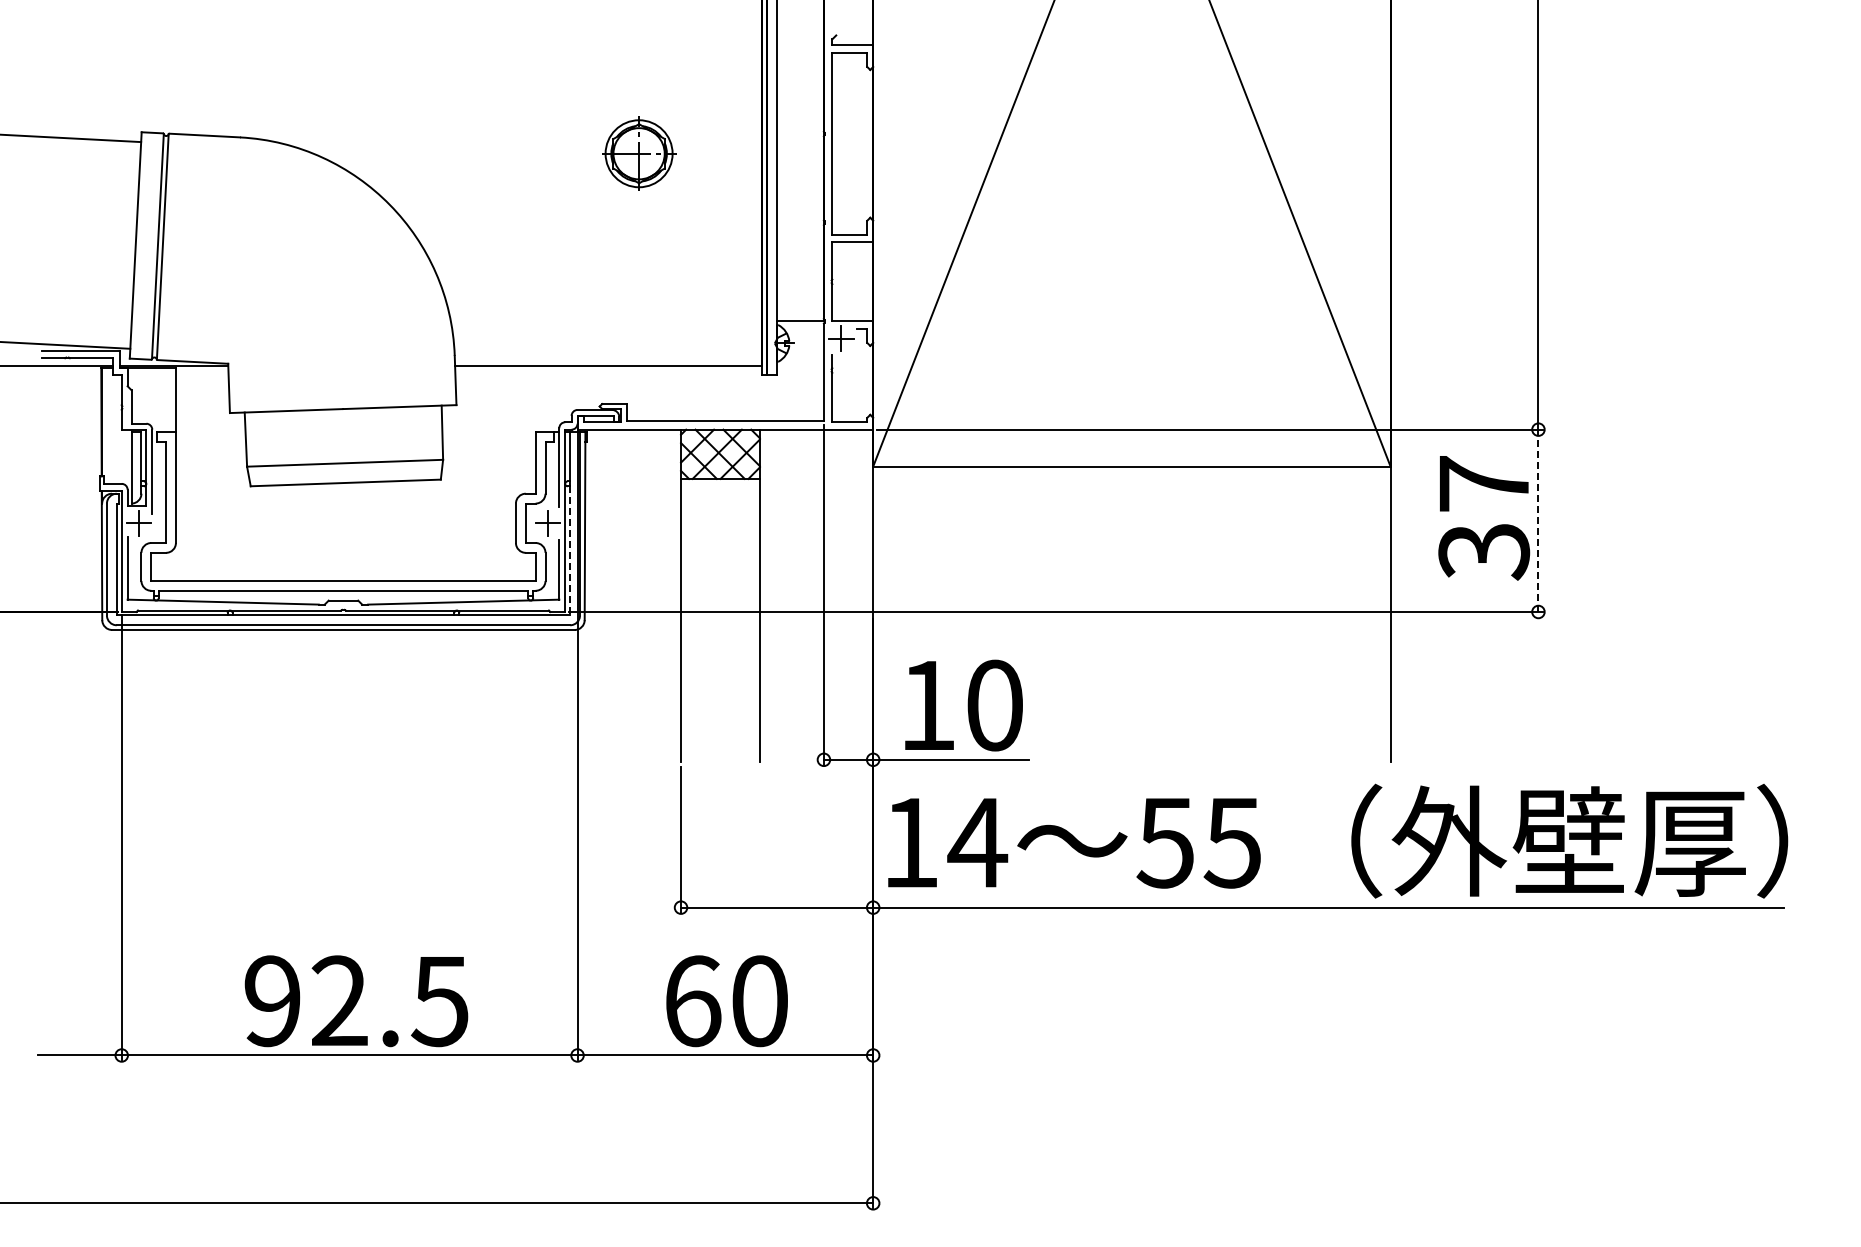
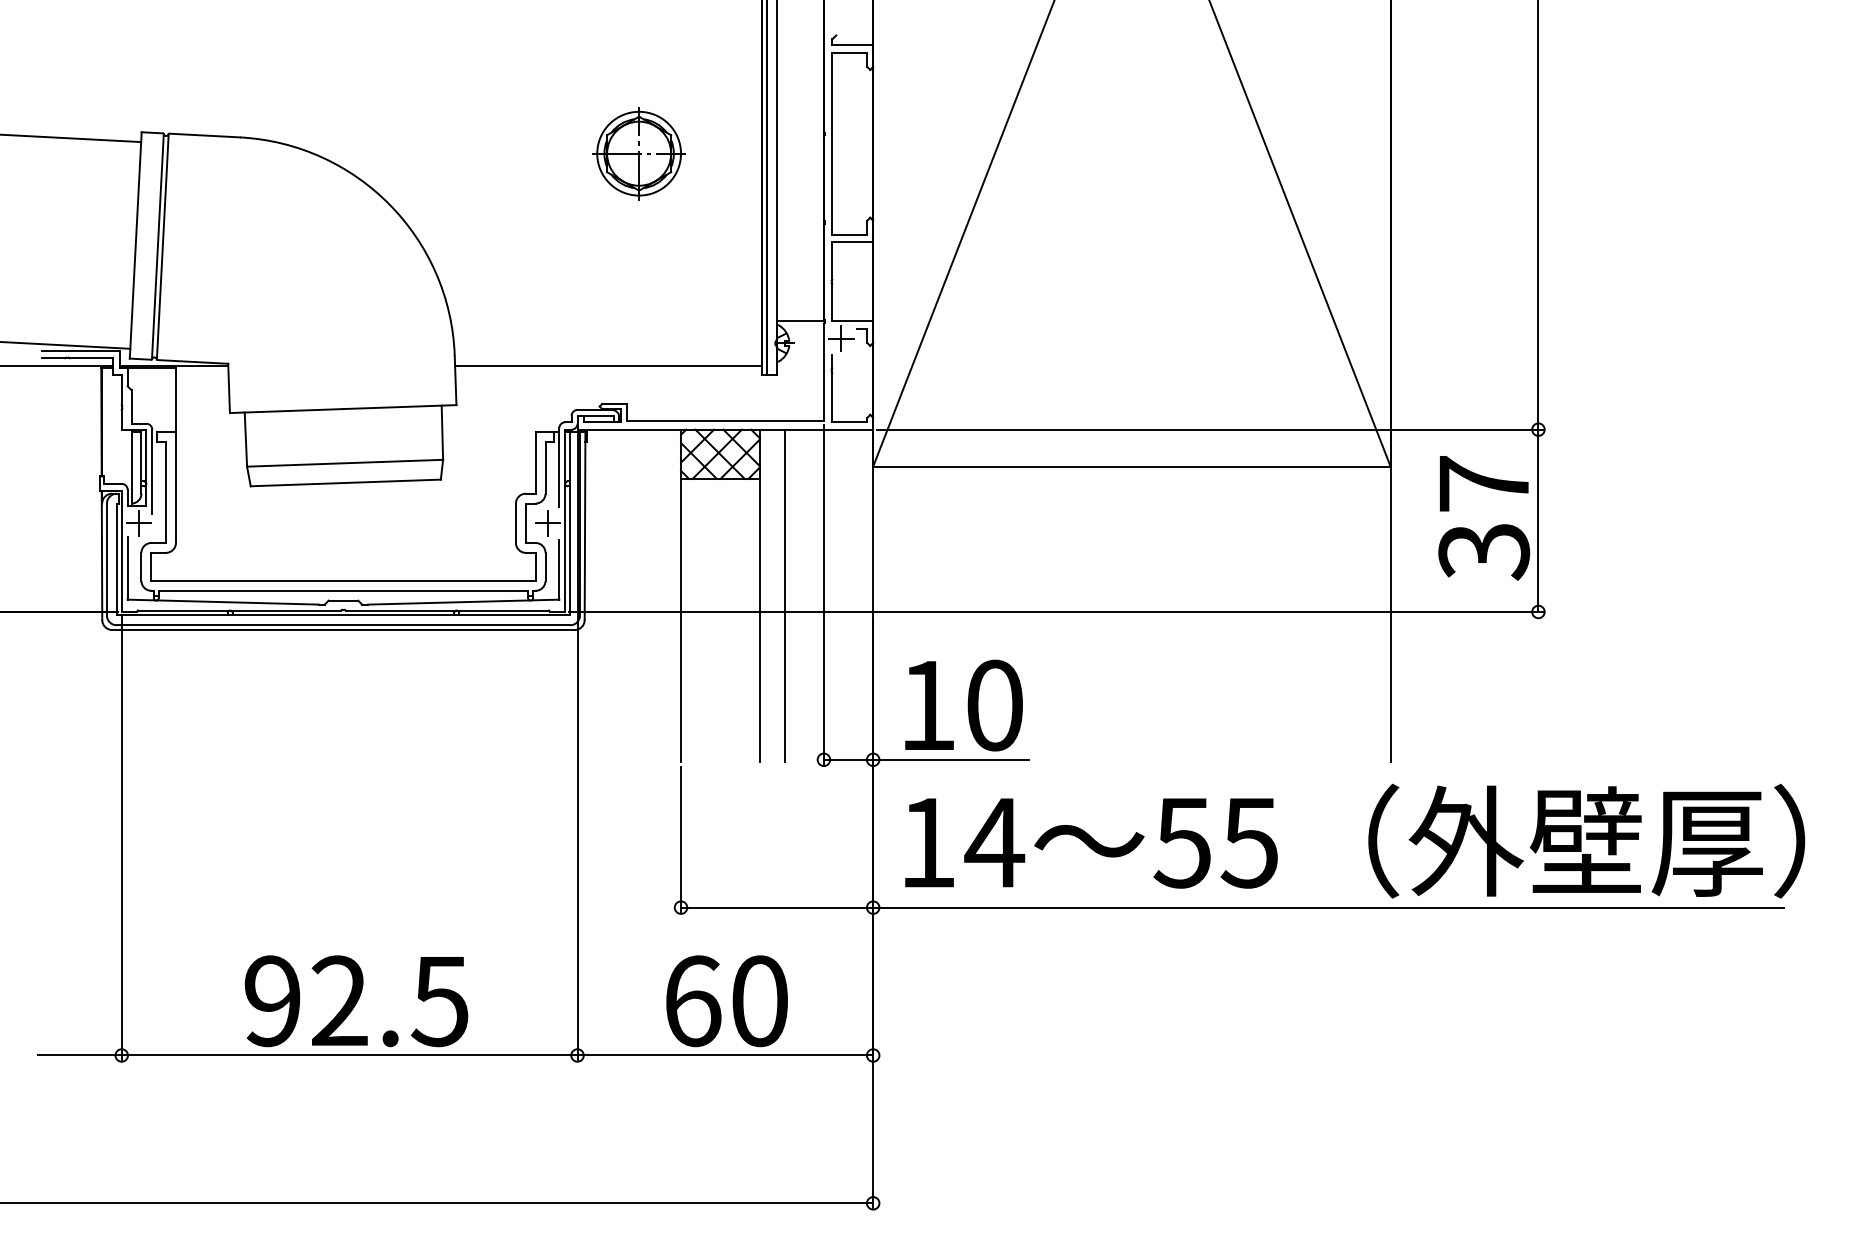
part at (639, 153) size: 75x75 px -> 94x94 px
line at (1538, 520): dashed -> solid
line at (570, 550): dashed -> solid
line at (784, 595): none -> present
text at (1338, 840) position: (1338, 840) -> (1355, 840)
